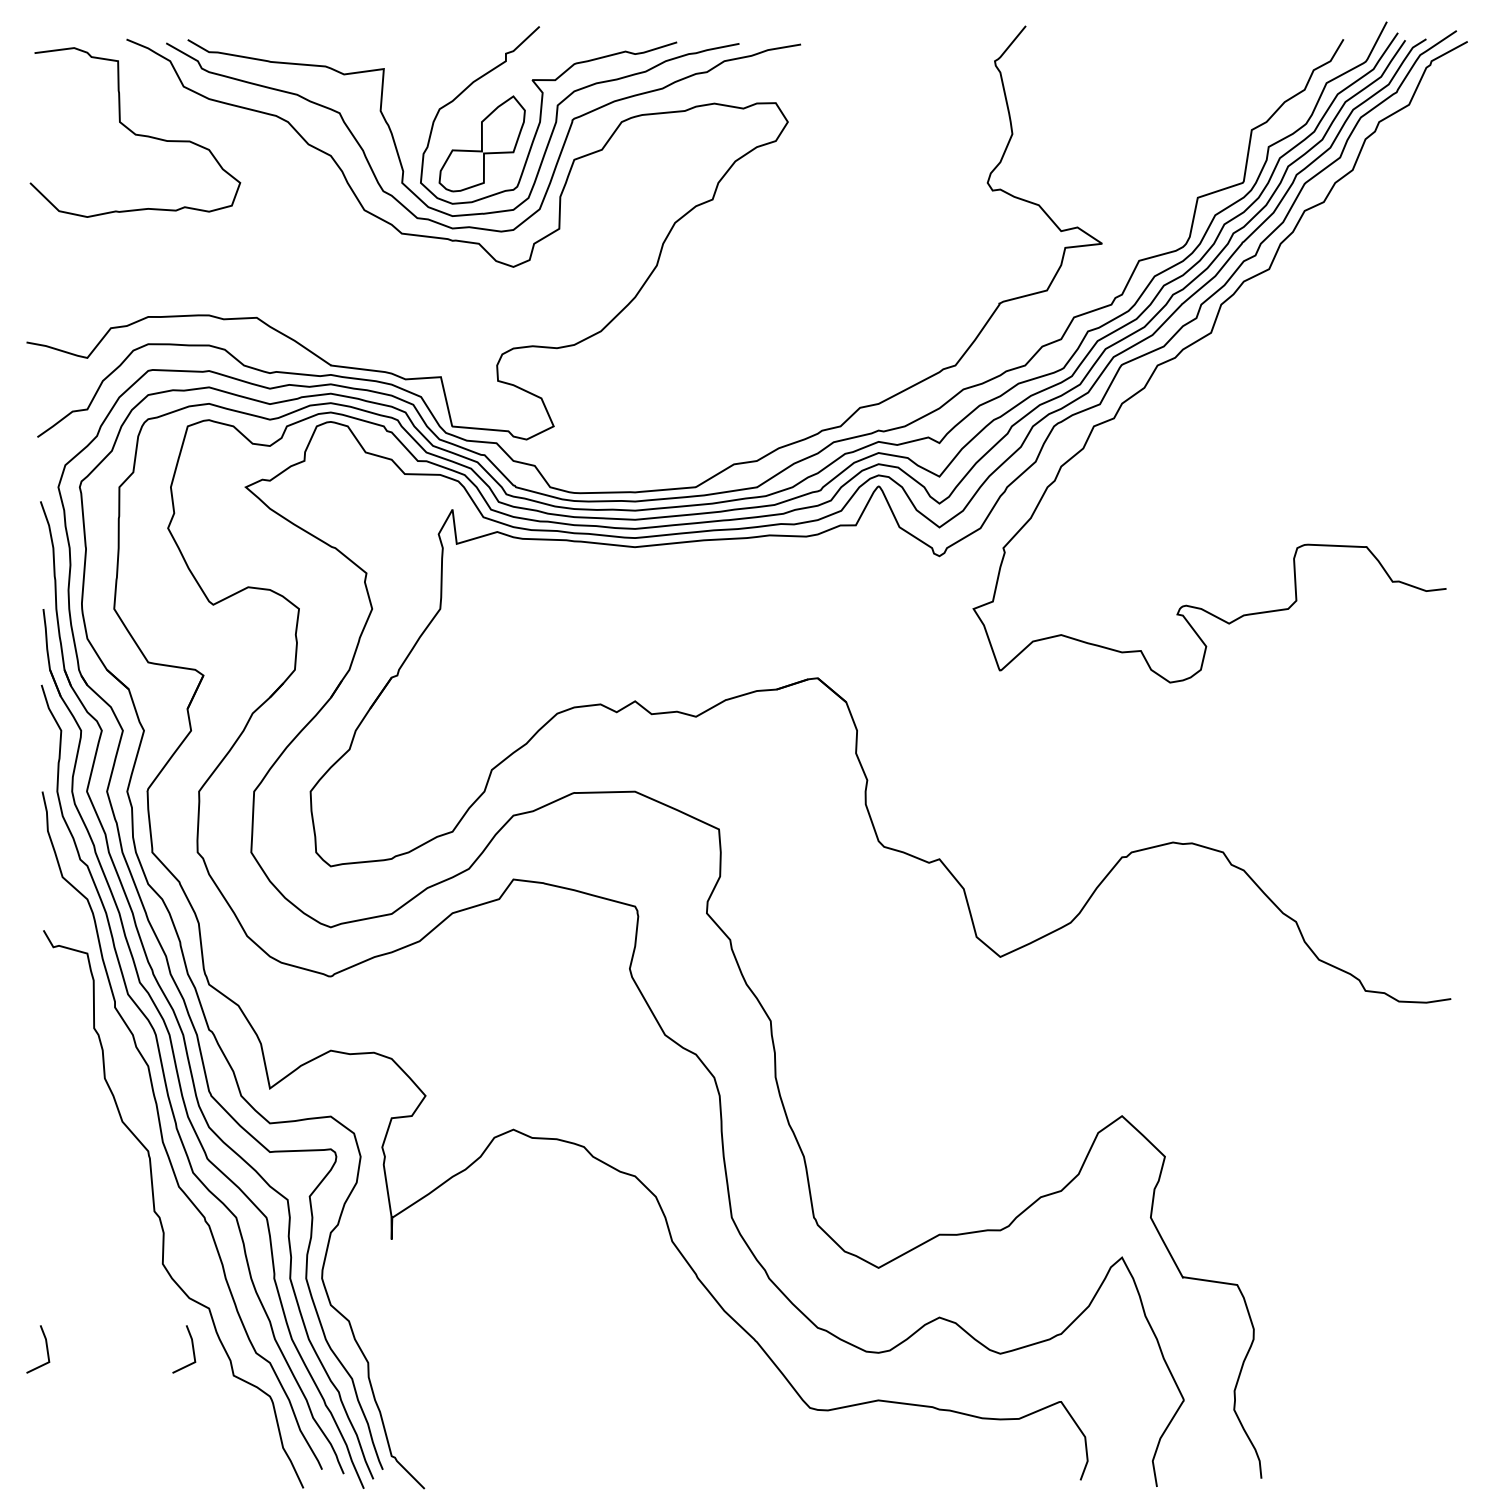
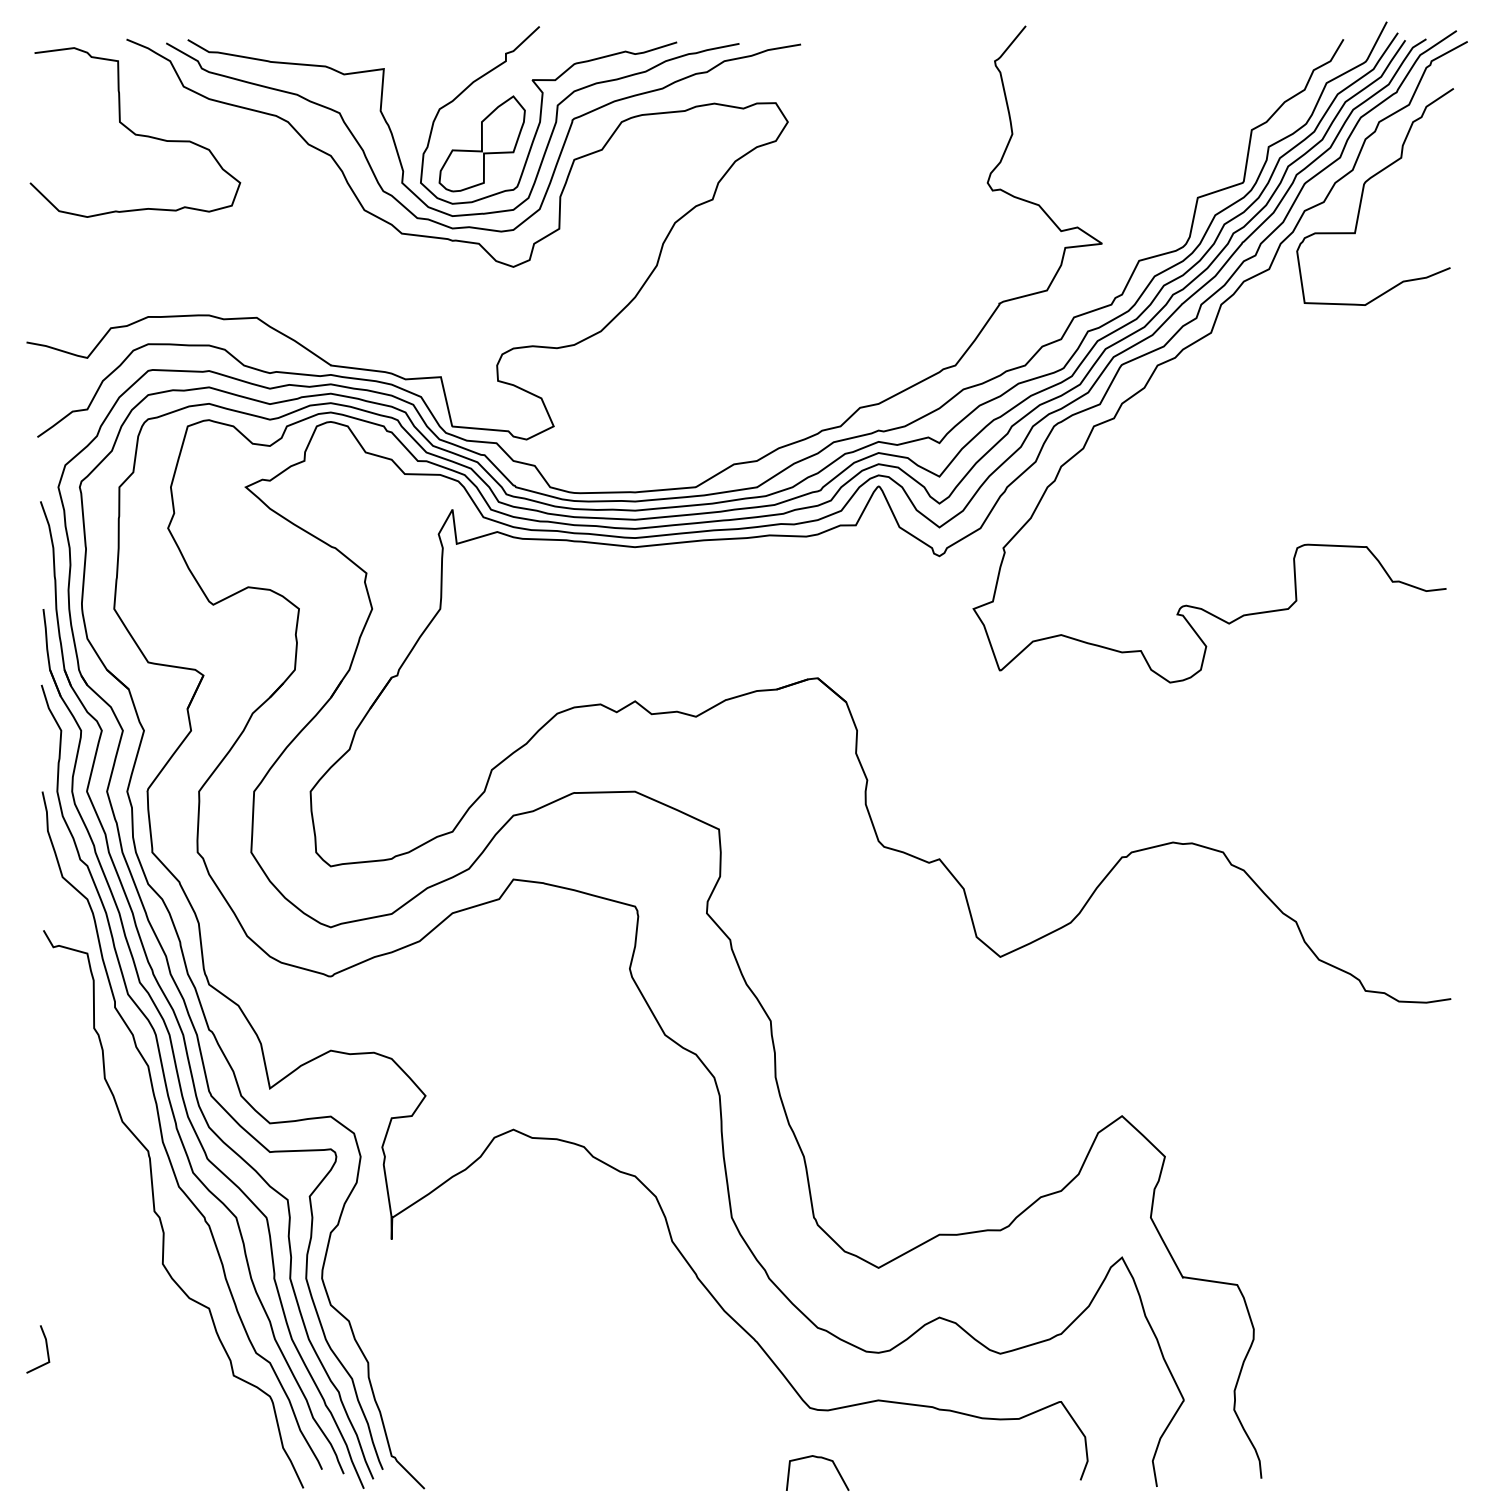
curve at (1363, 194): none -> present
line at (192, 1349): present -> none
curve at (817, 1458): none -> present
